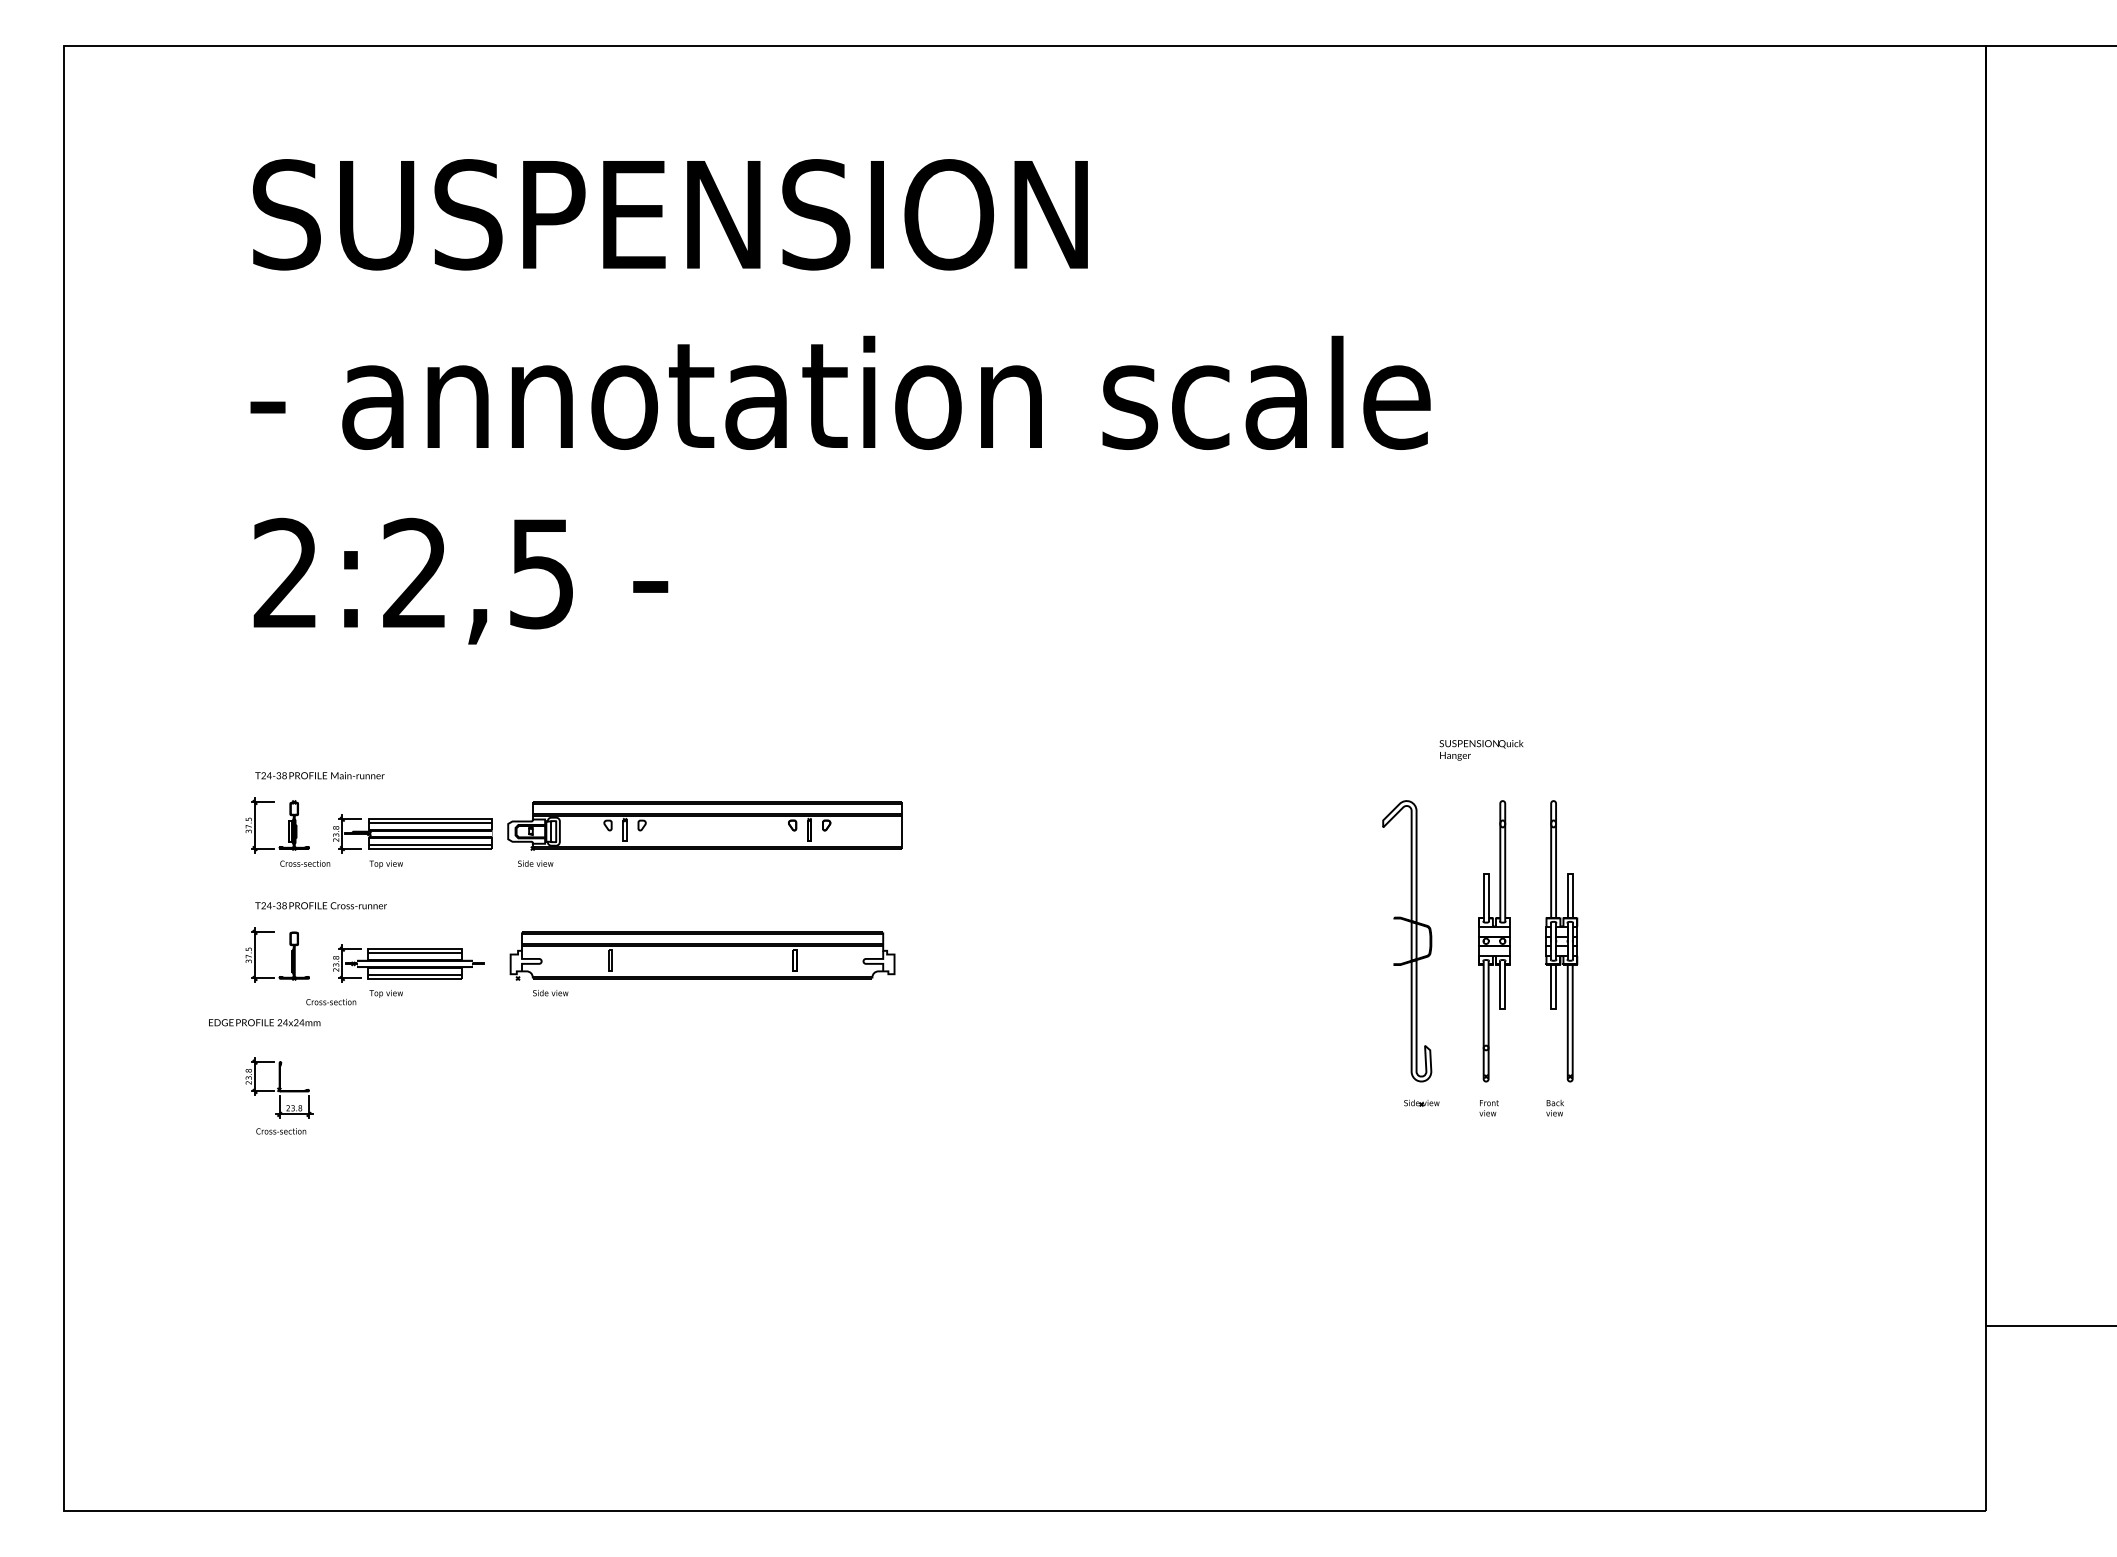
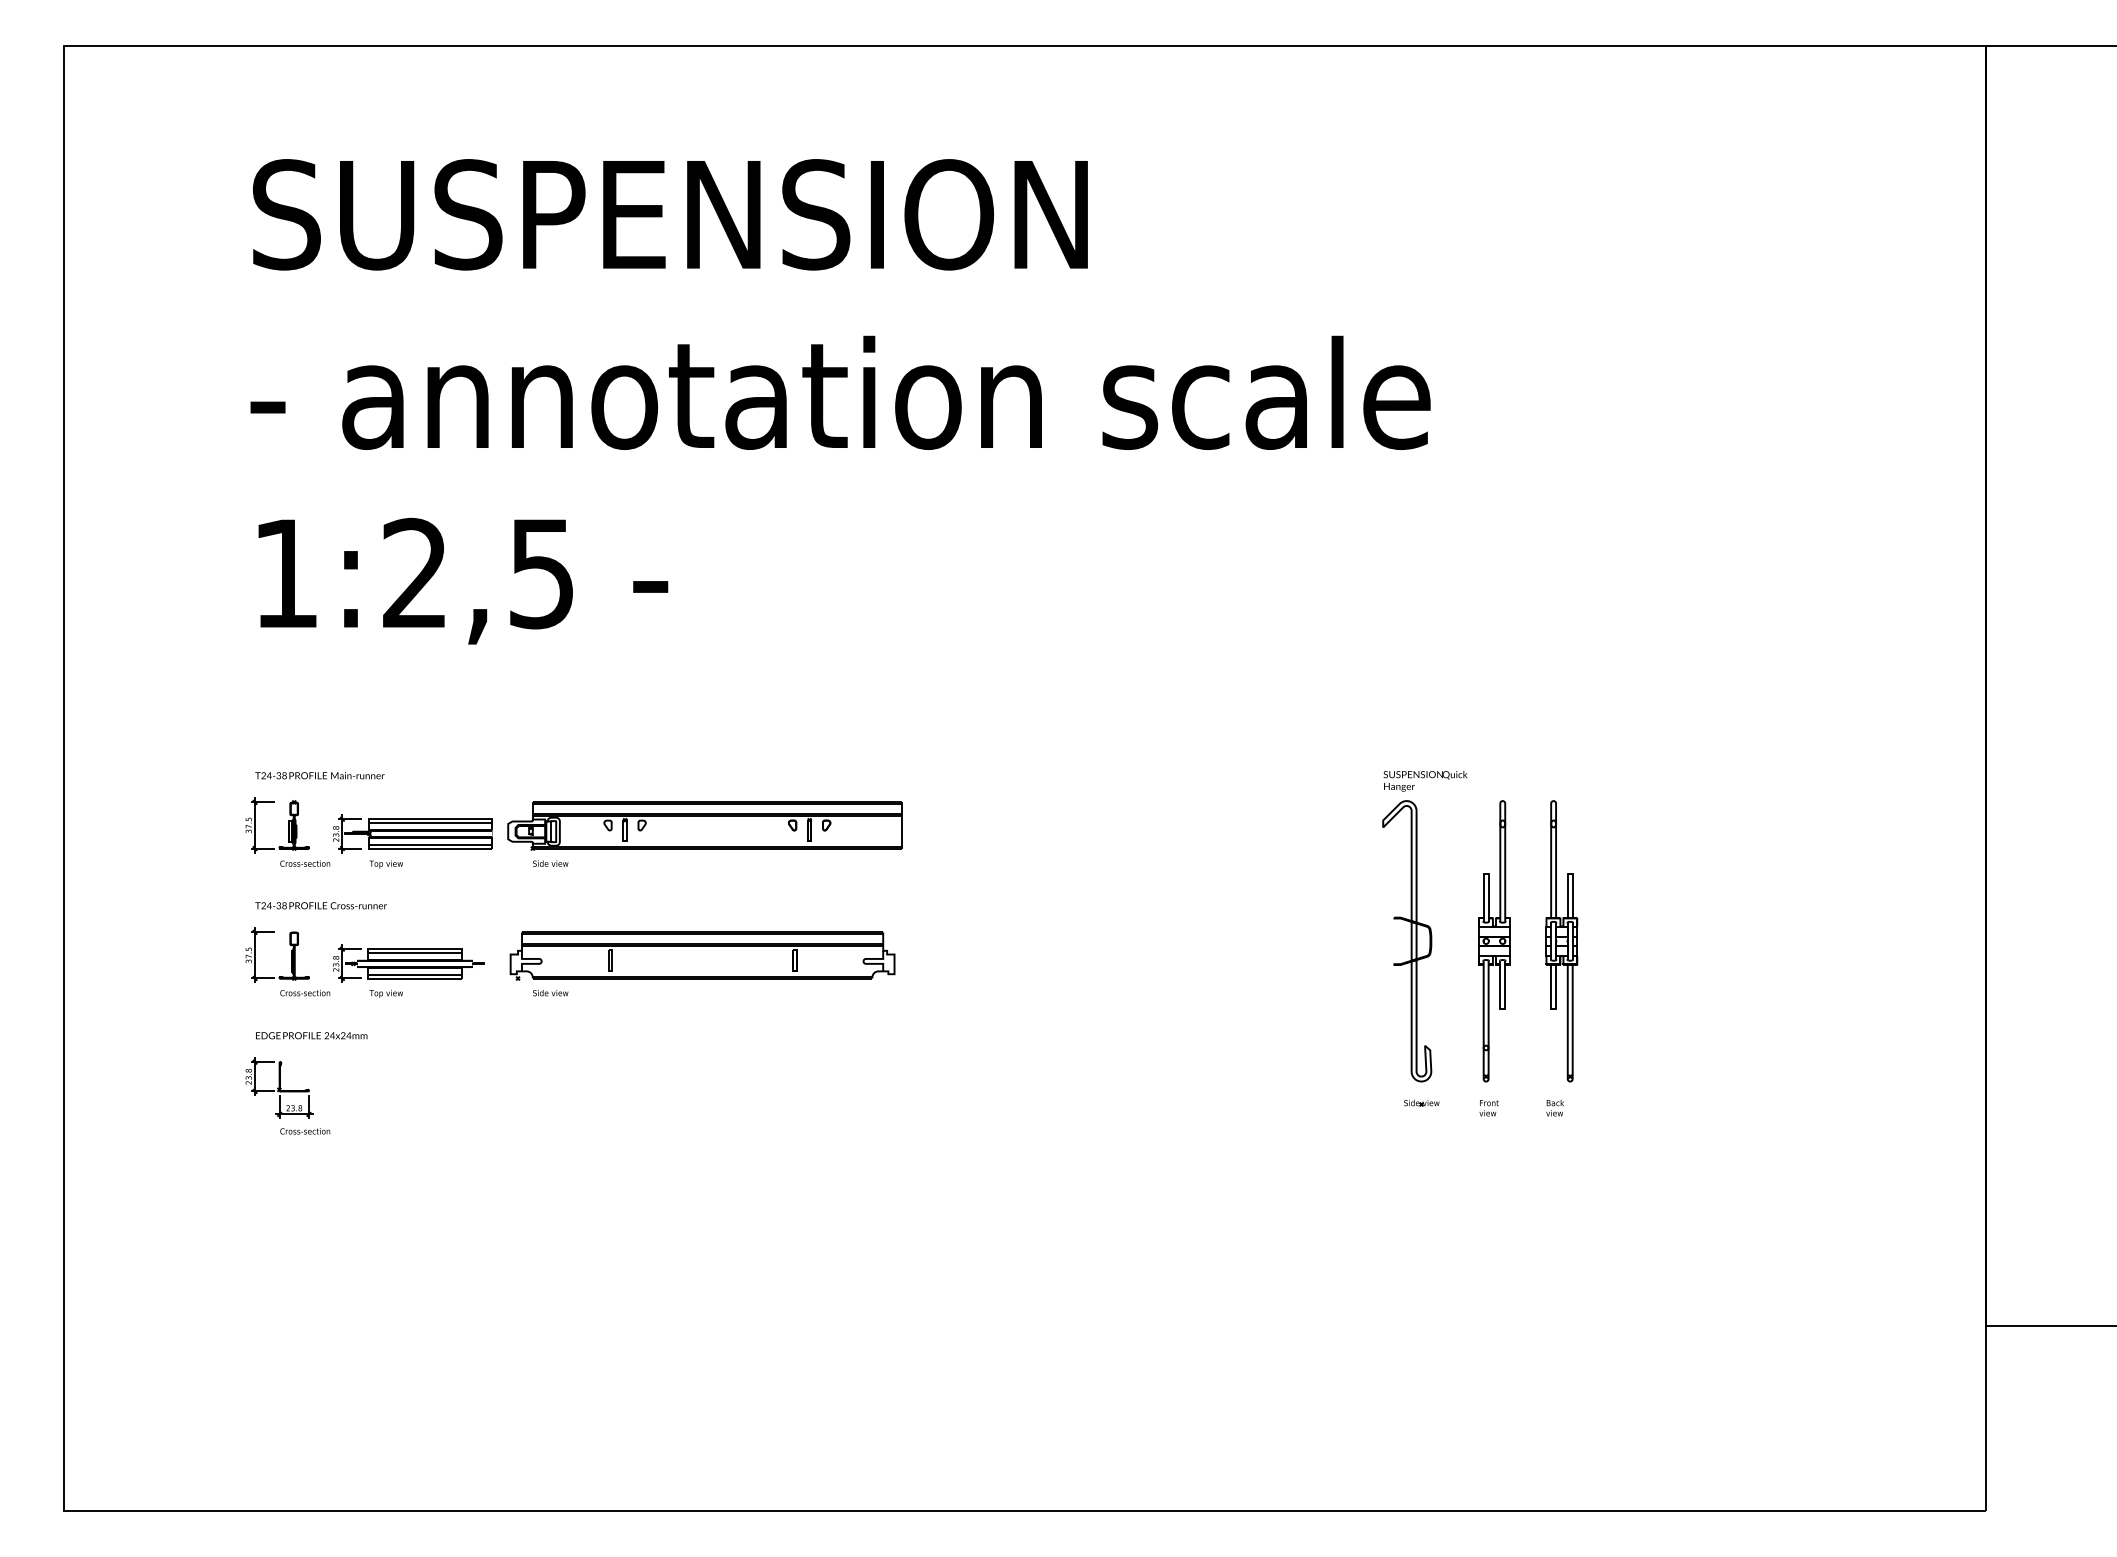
text at (284, 572): 2:2,5 -> 1:2,5
text at (1481, 750) position: (1481, 750) -> (1425, 781)
text at (535, 863) position: (535, 863) -> (550, 863)
text at (331, 1002) position: (331, 1002) -> (305, 993)
text at (264, 1022) position: (264, 1022) -> (311, 1035)
text at (281, 1131) position: (281, 1131) -> (305, 1131)
